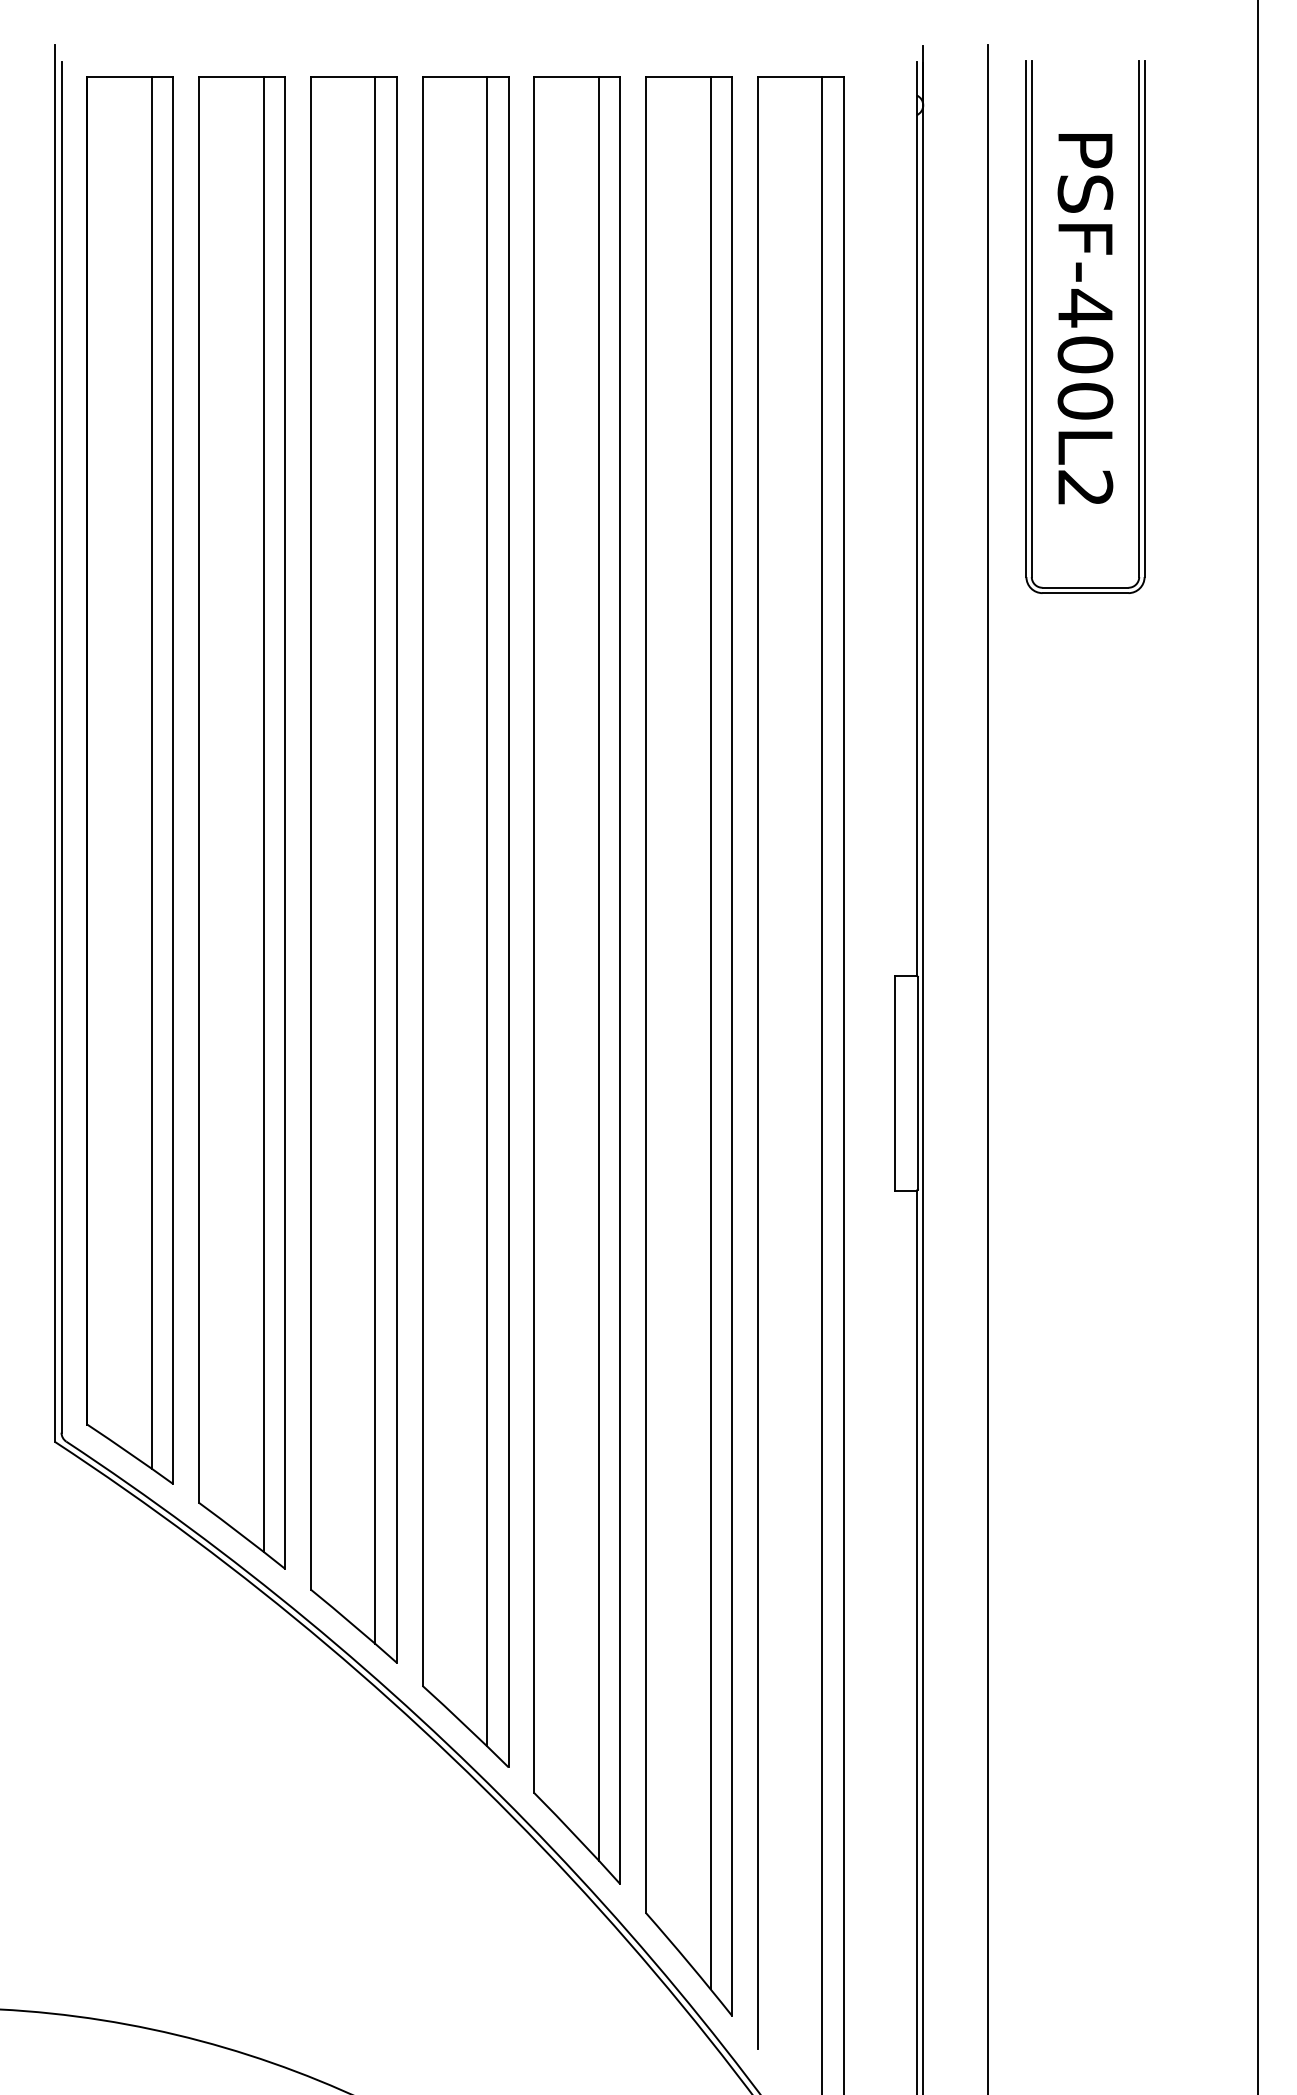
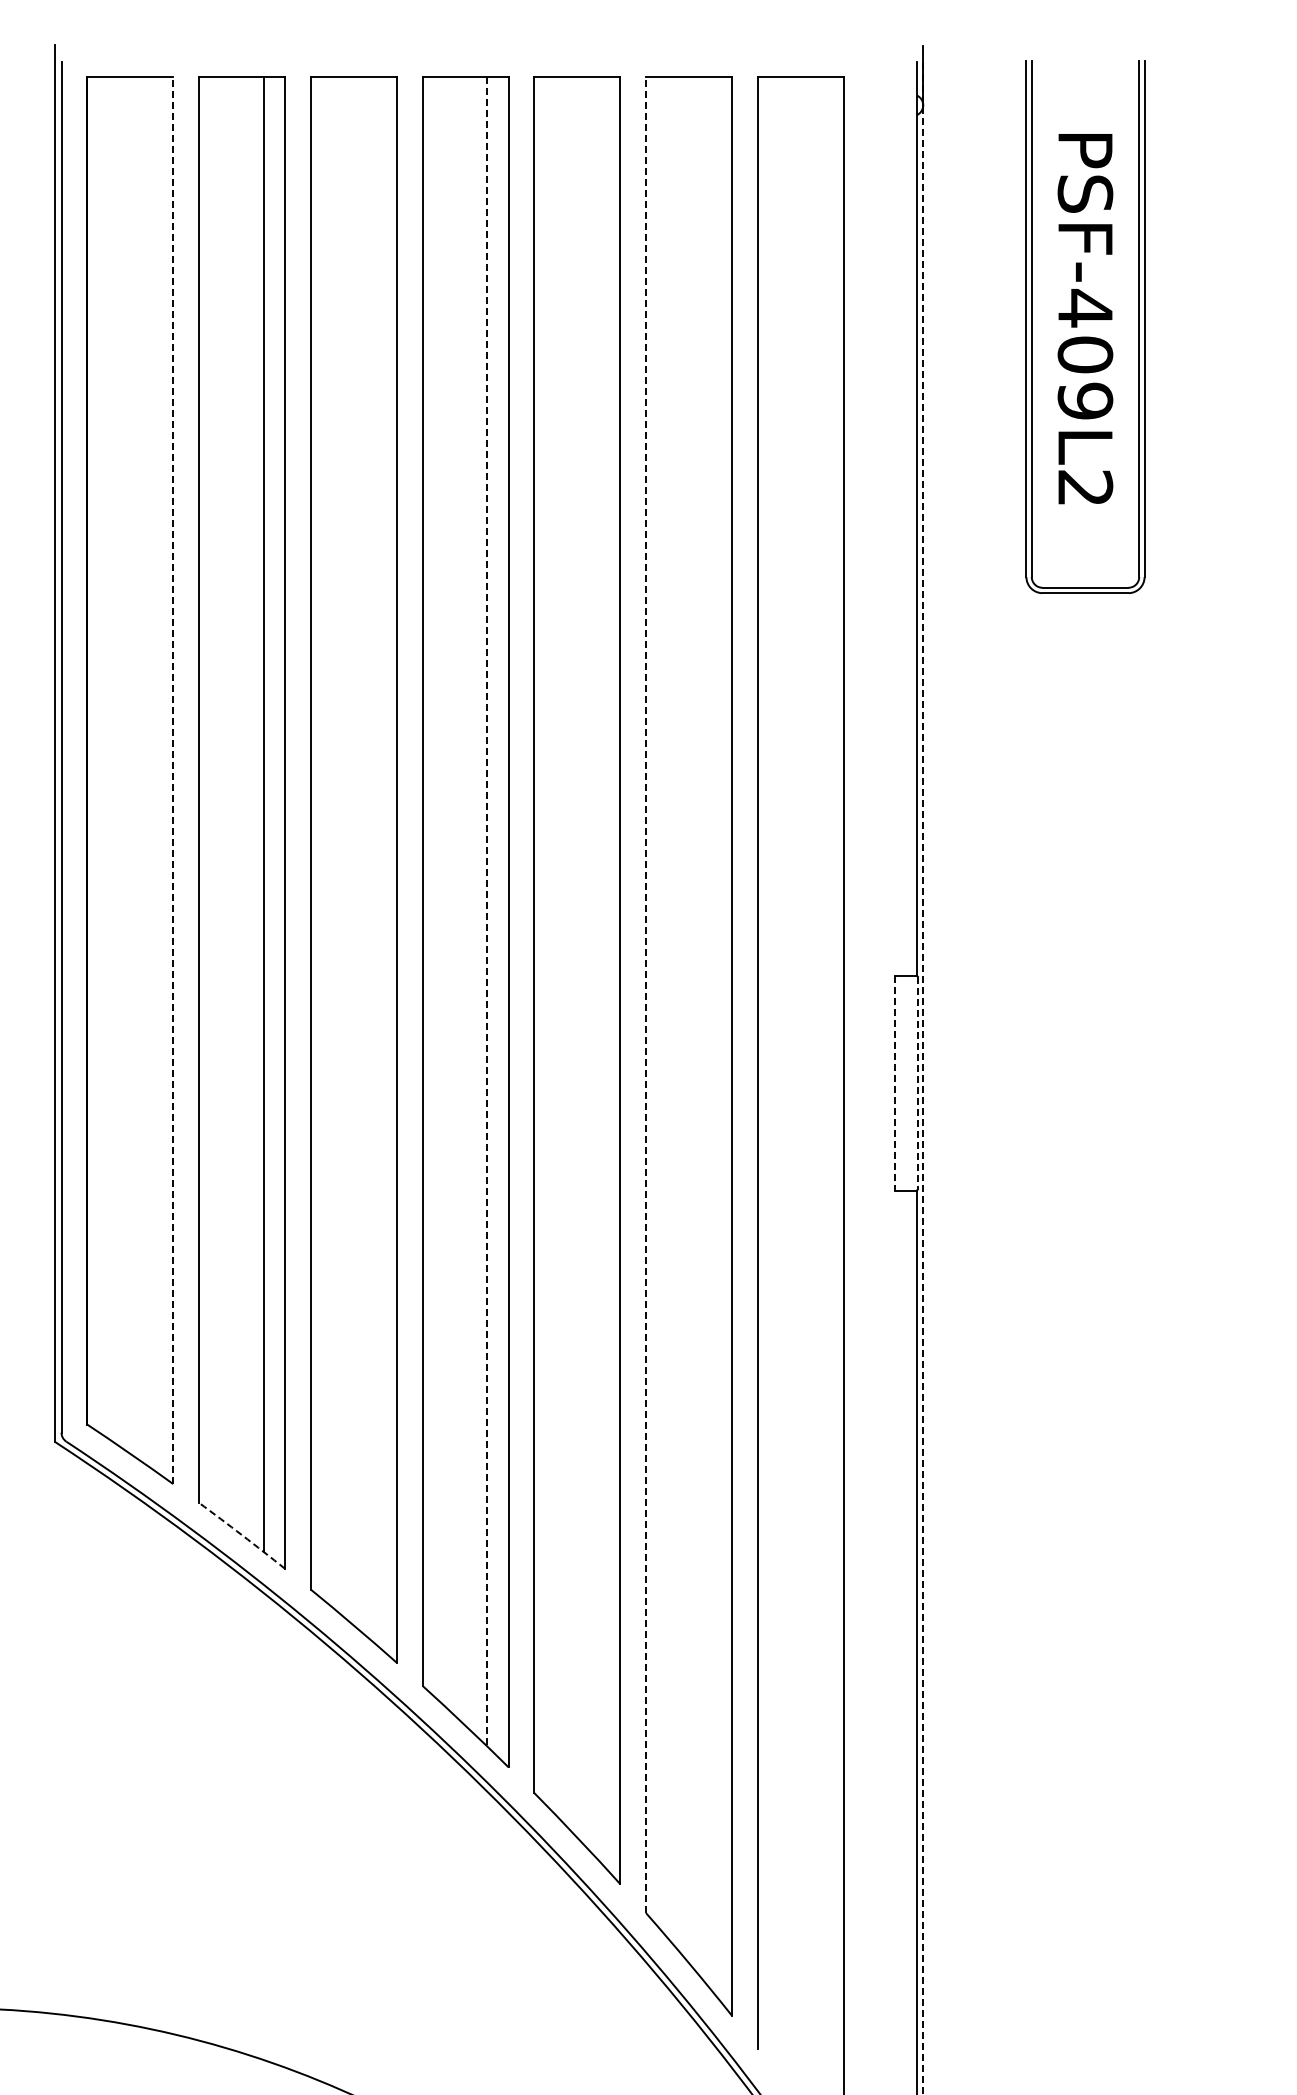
text at (1085, 400): PSF-400L2 -> PSF-409L2
line at (151, 772): present -> none
line at (173, 780): solid -> dashed
line at (375, 860): present -> none
line at (487, 912): solid -> dashed
line at (598, 968): present -> none
line at (646, 995): solid -> dashed
line at (710, 1033): present -> none
line at (1258, 1046): present -> none
line at (987, 1068): present -> none
line at (923, 1078): solid -> dashed
line at (895, 1083): solid -> dashed
line at (917, 1083): solid -> dashed
line at (822, 1084): present -> none
arc at (242, 1535): solid -> dashed
